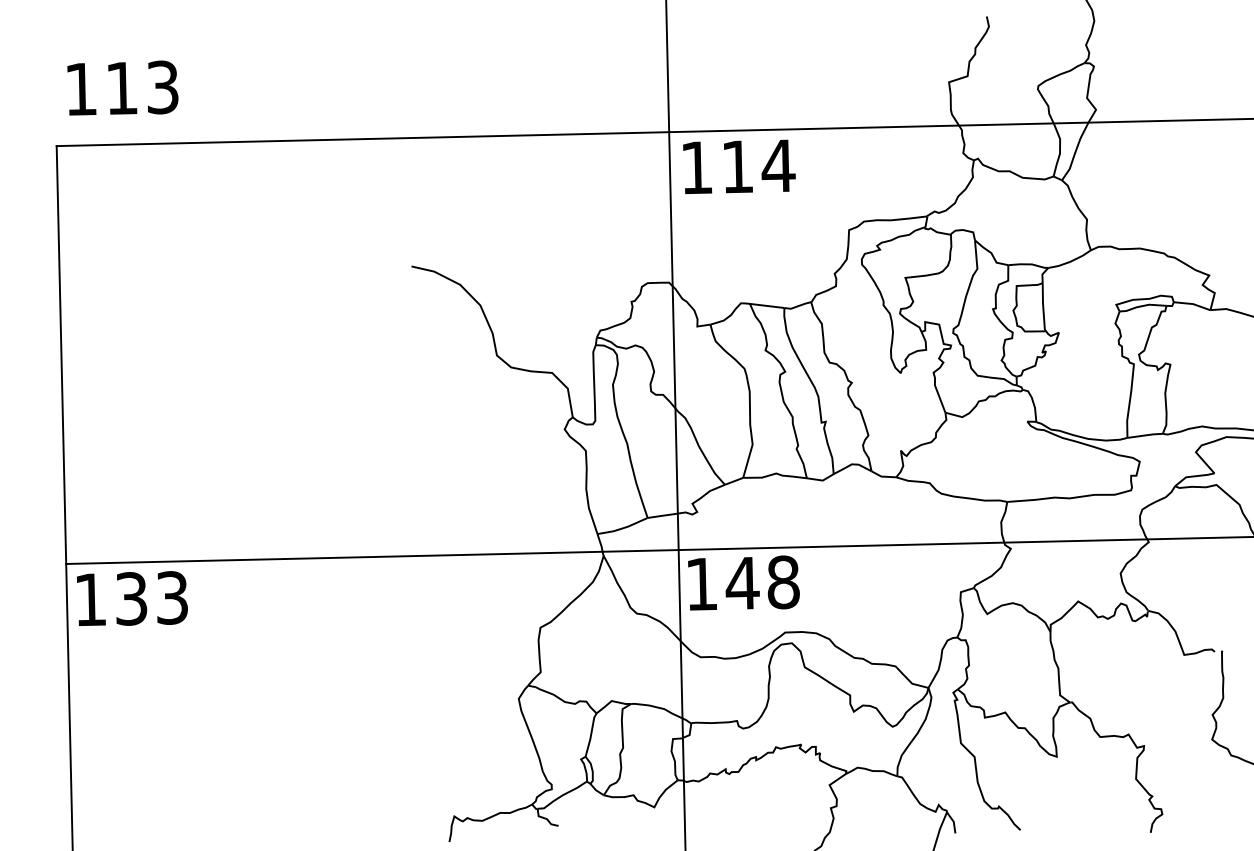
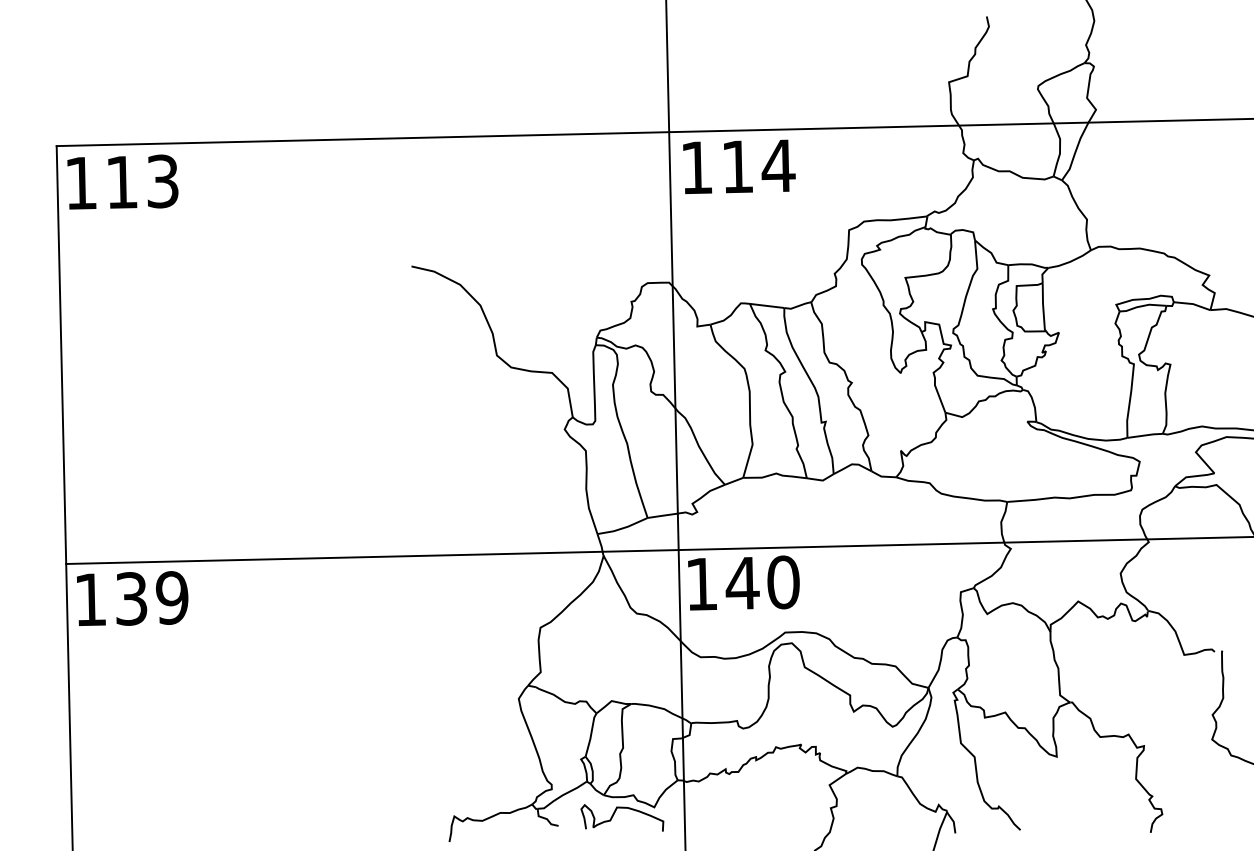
text at (122, 87) position: (122, 87) -> (122, 181)
text at (783, 582): 148 -> 140
text at (172, 597): 133 -> 139
curve at (614, 814): none -> present
